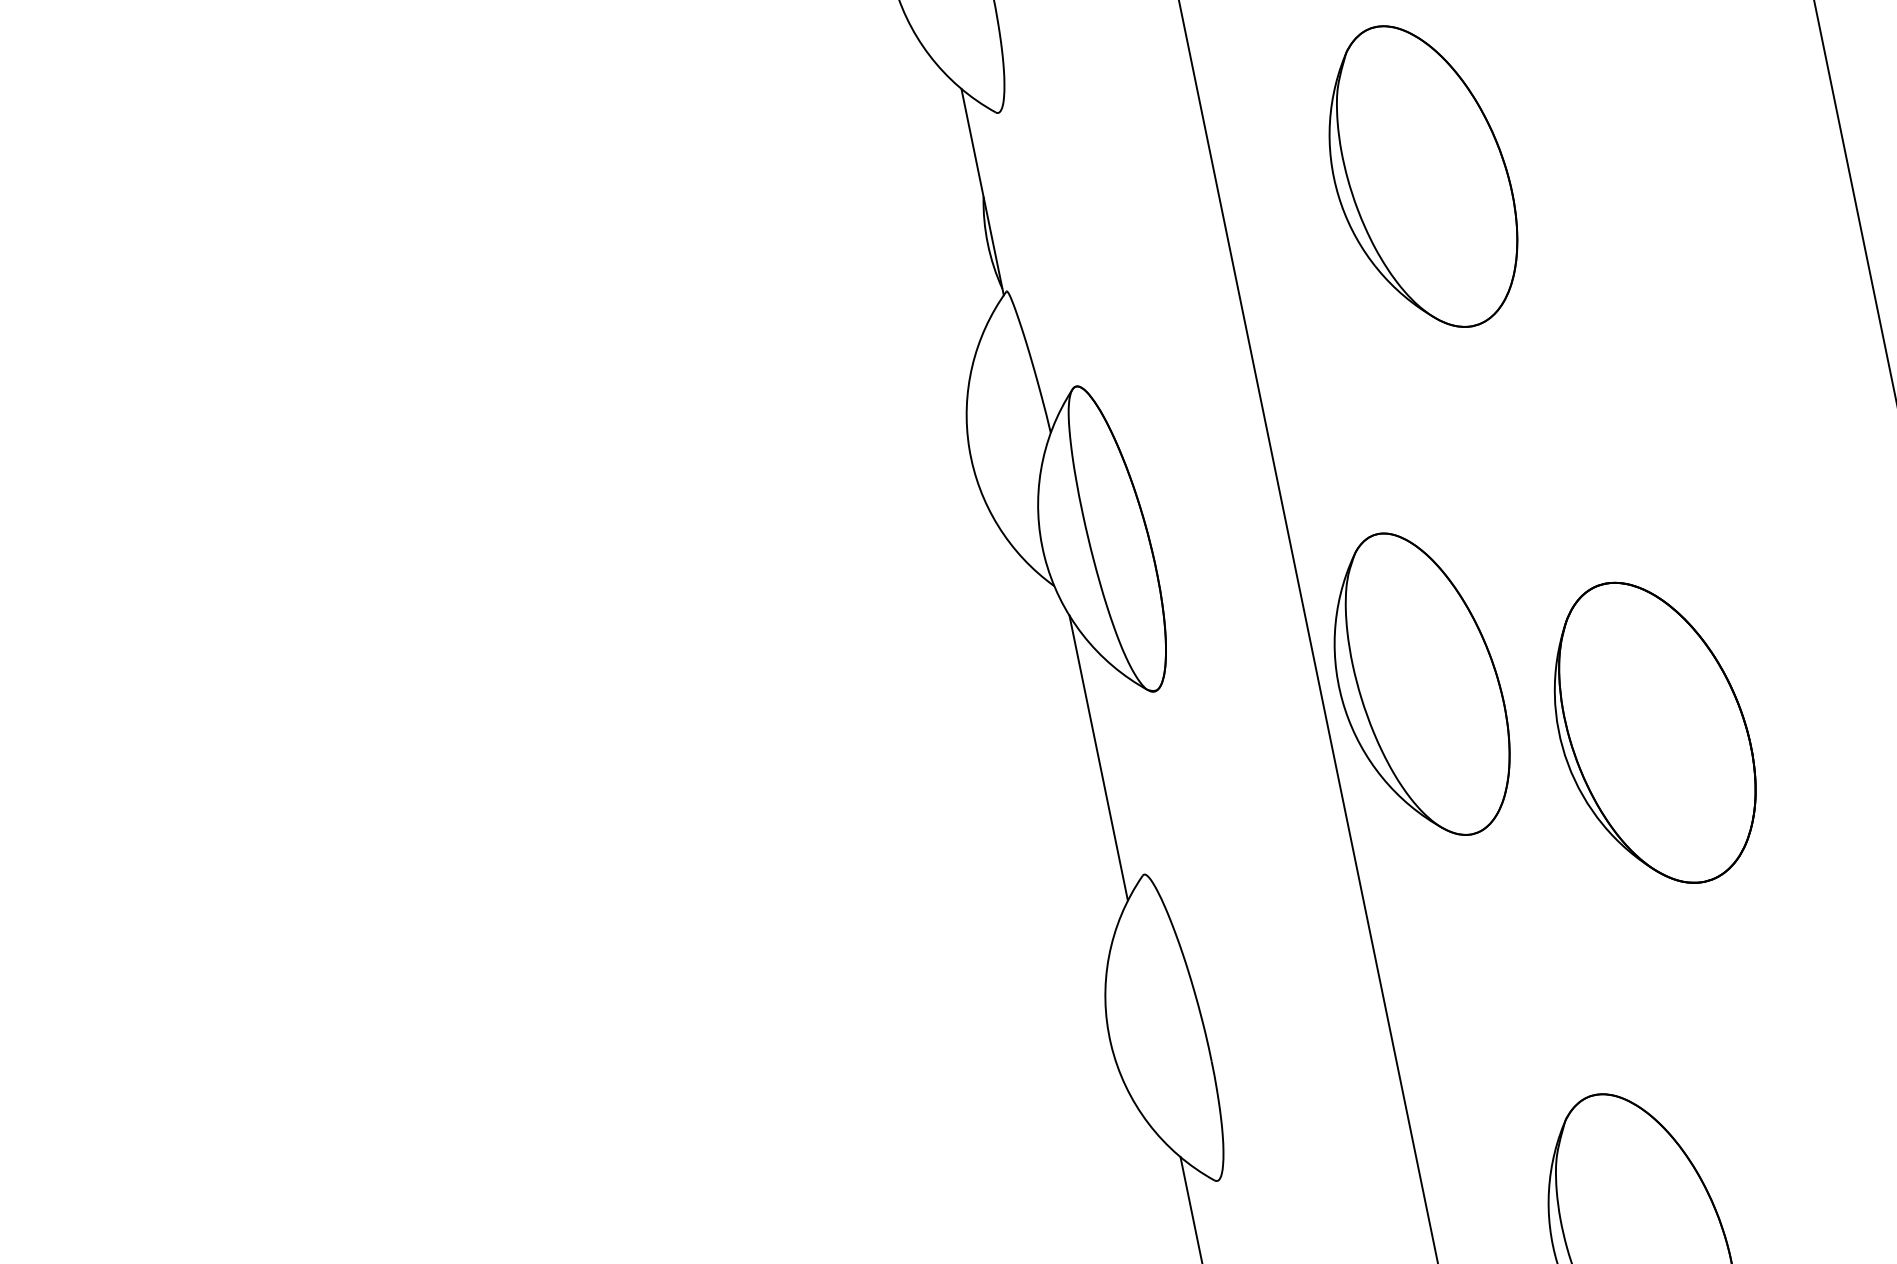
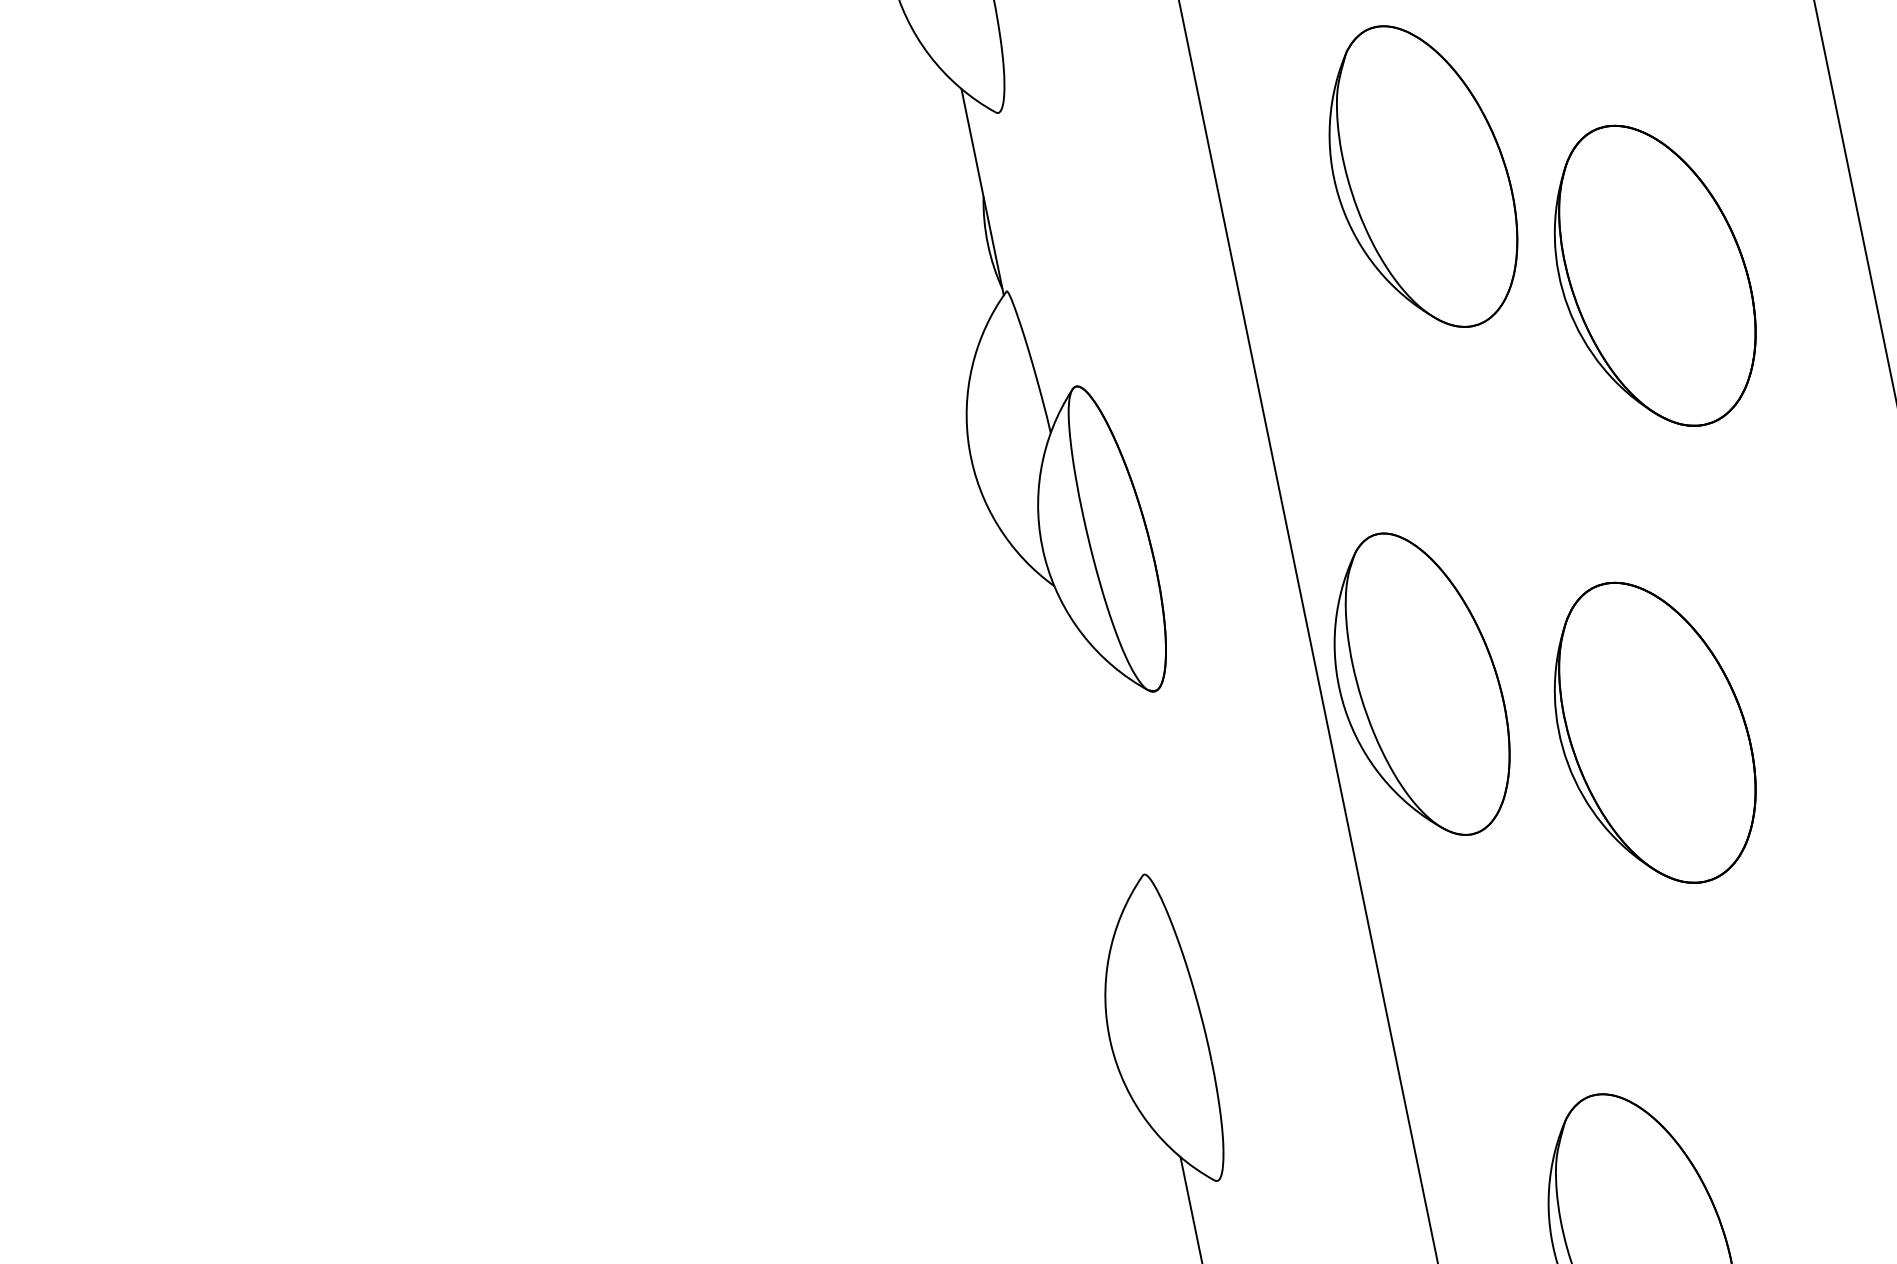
part at (1654, 275): none -> present
line at (1098, 757): present -> none
